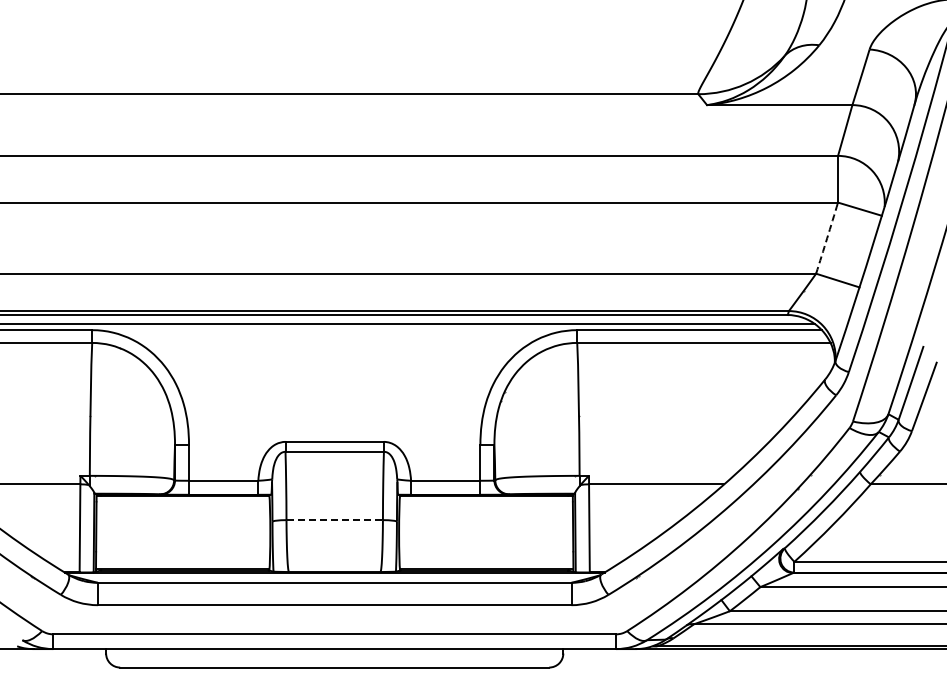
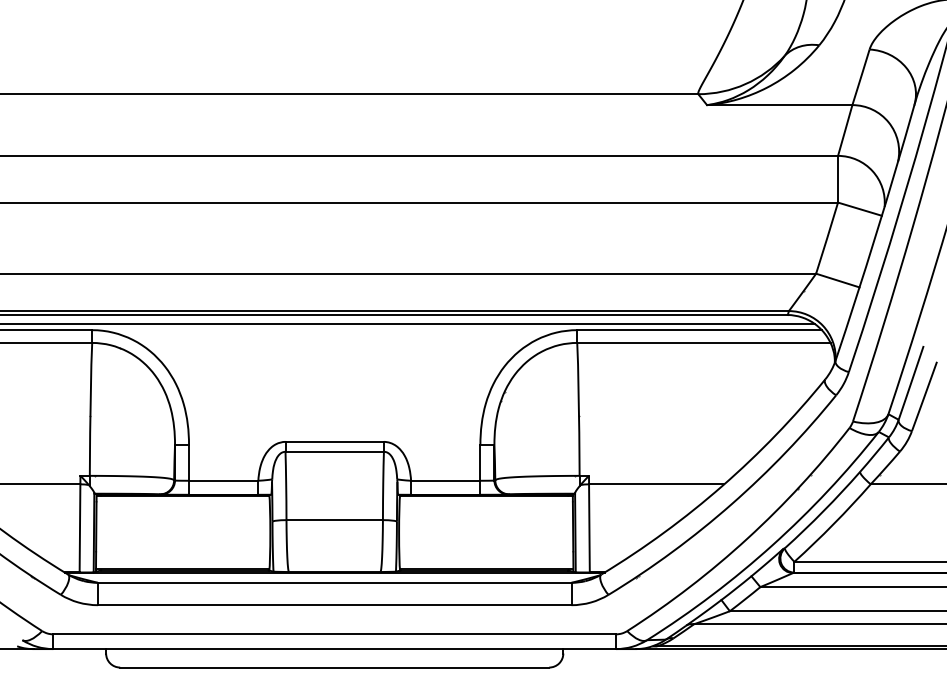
arc at (827, 238): dashed -> solid
line at (335, 520): dashed -> solid
